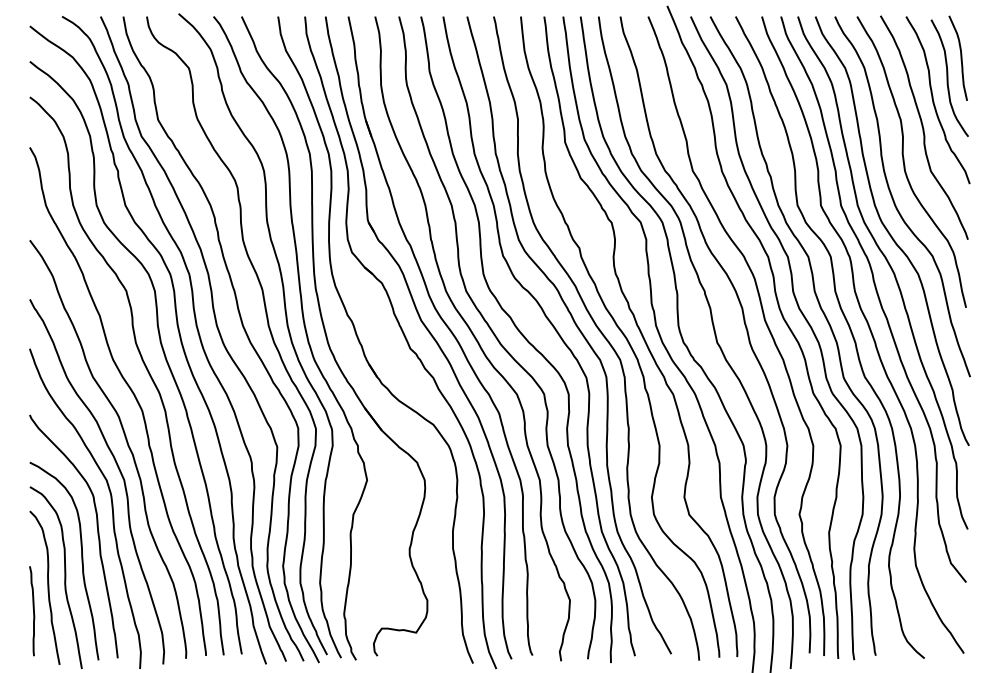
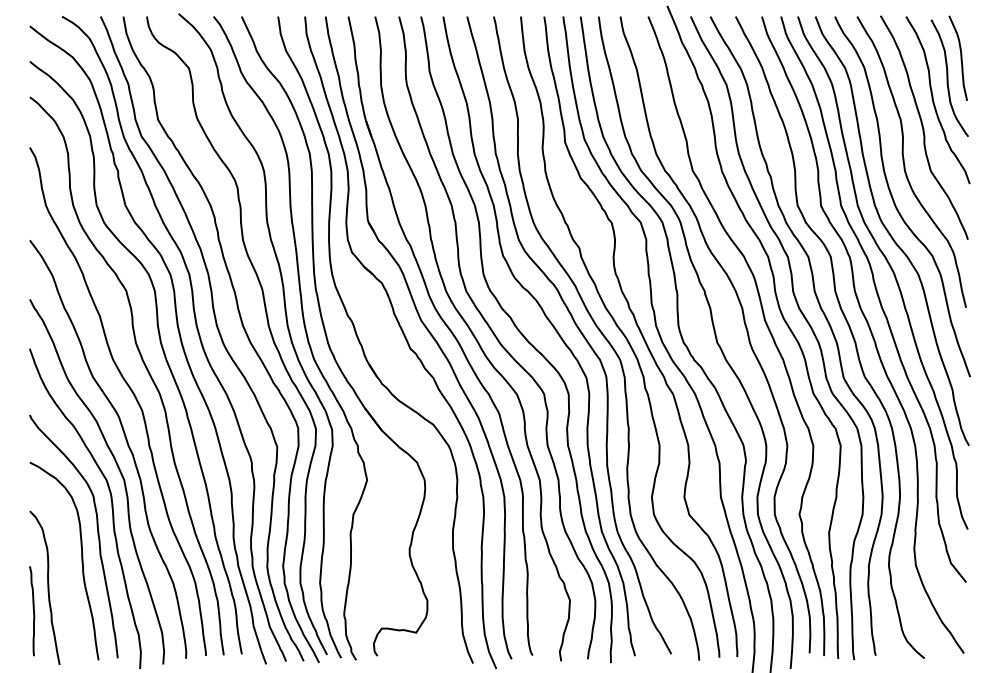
curve at (64, 577): present -> none
